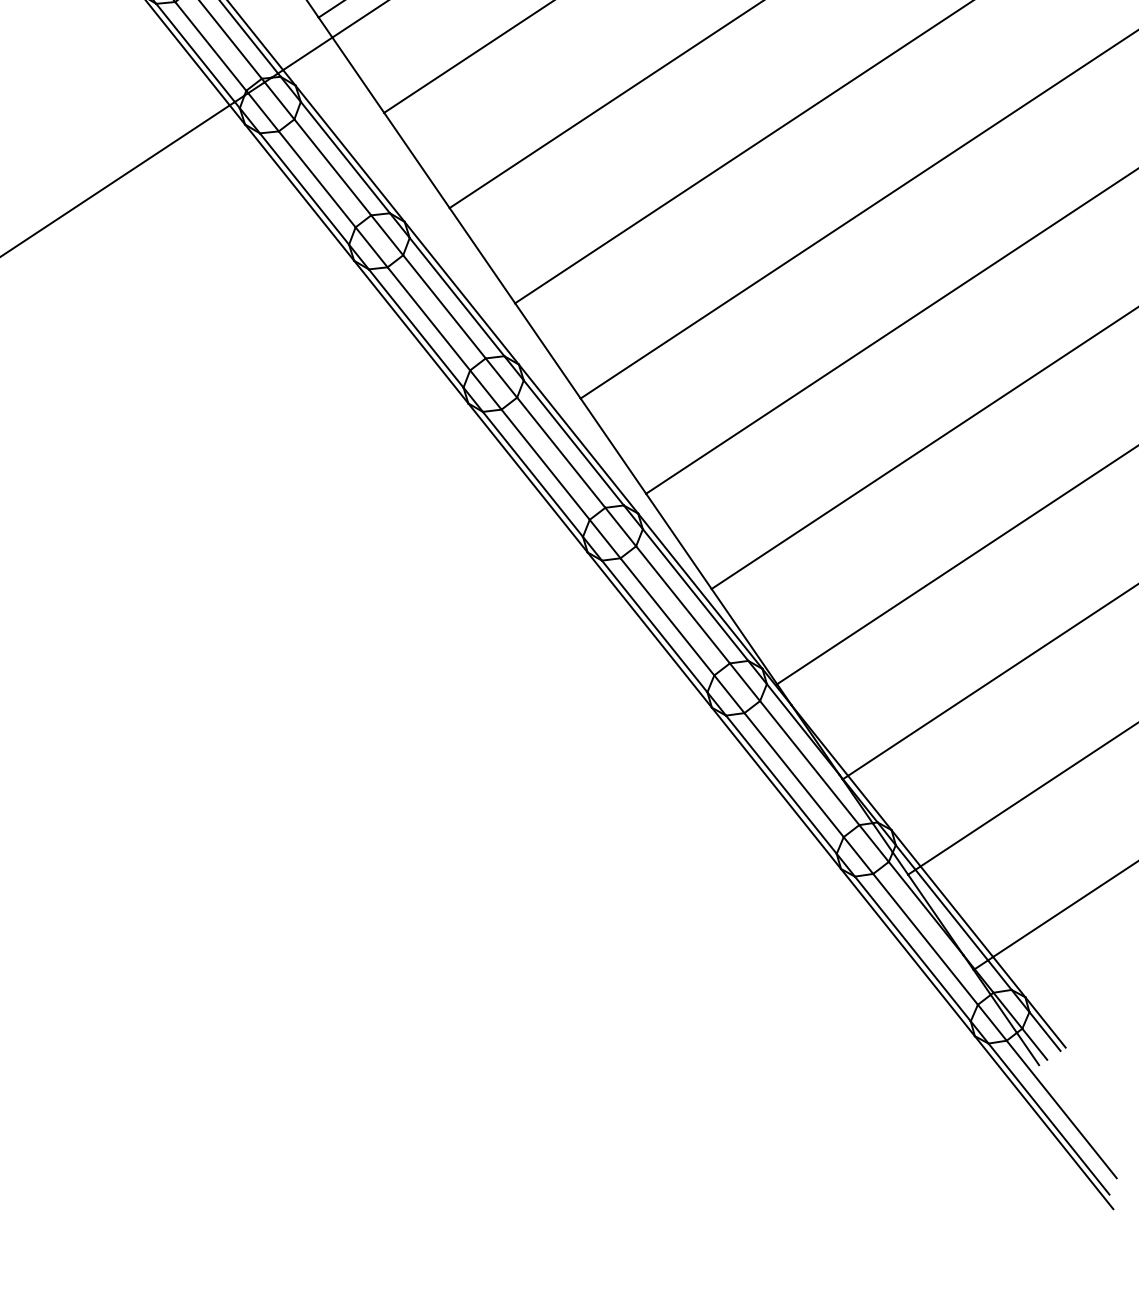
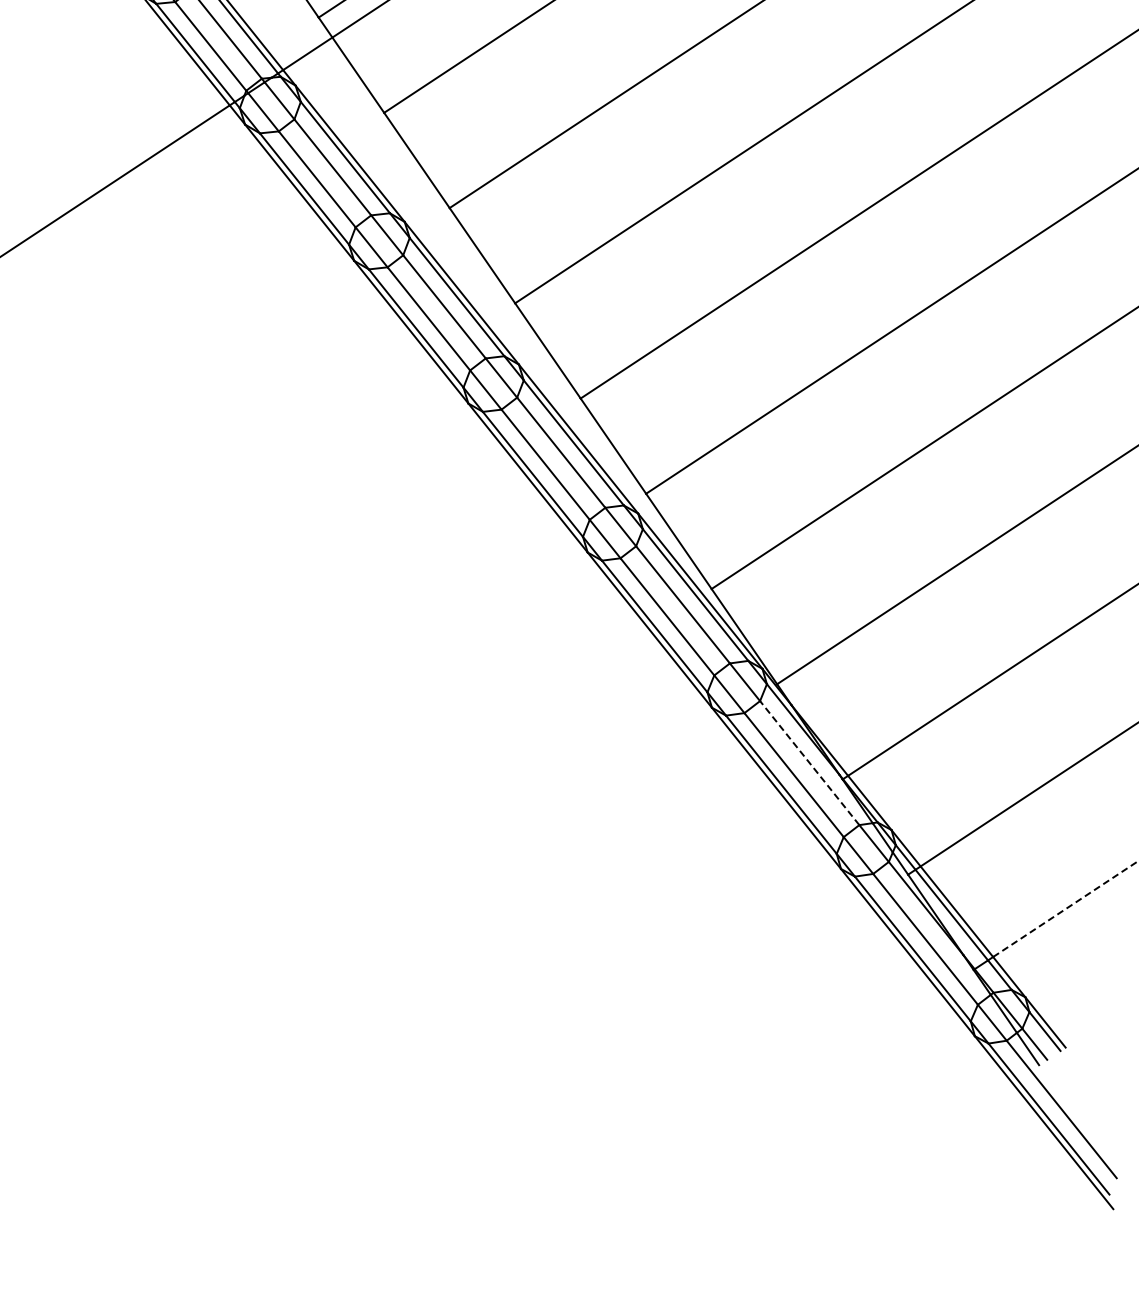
line at (809, 762): solid -> dashed
line at (1066, 908): solid -> dashed
